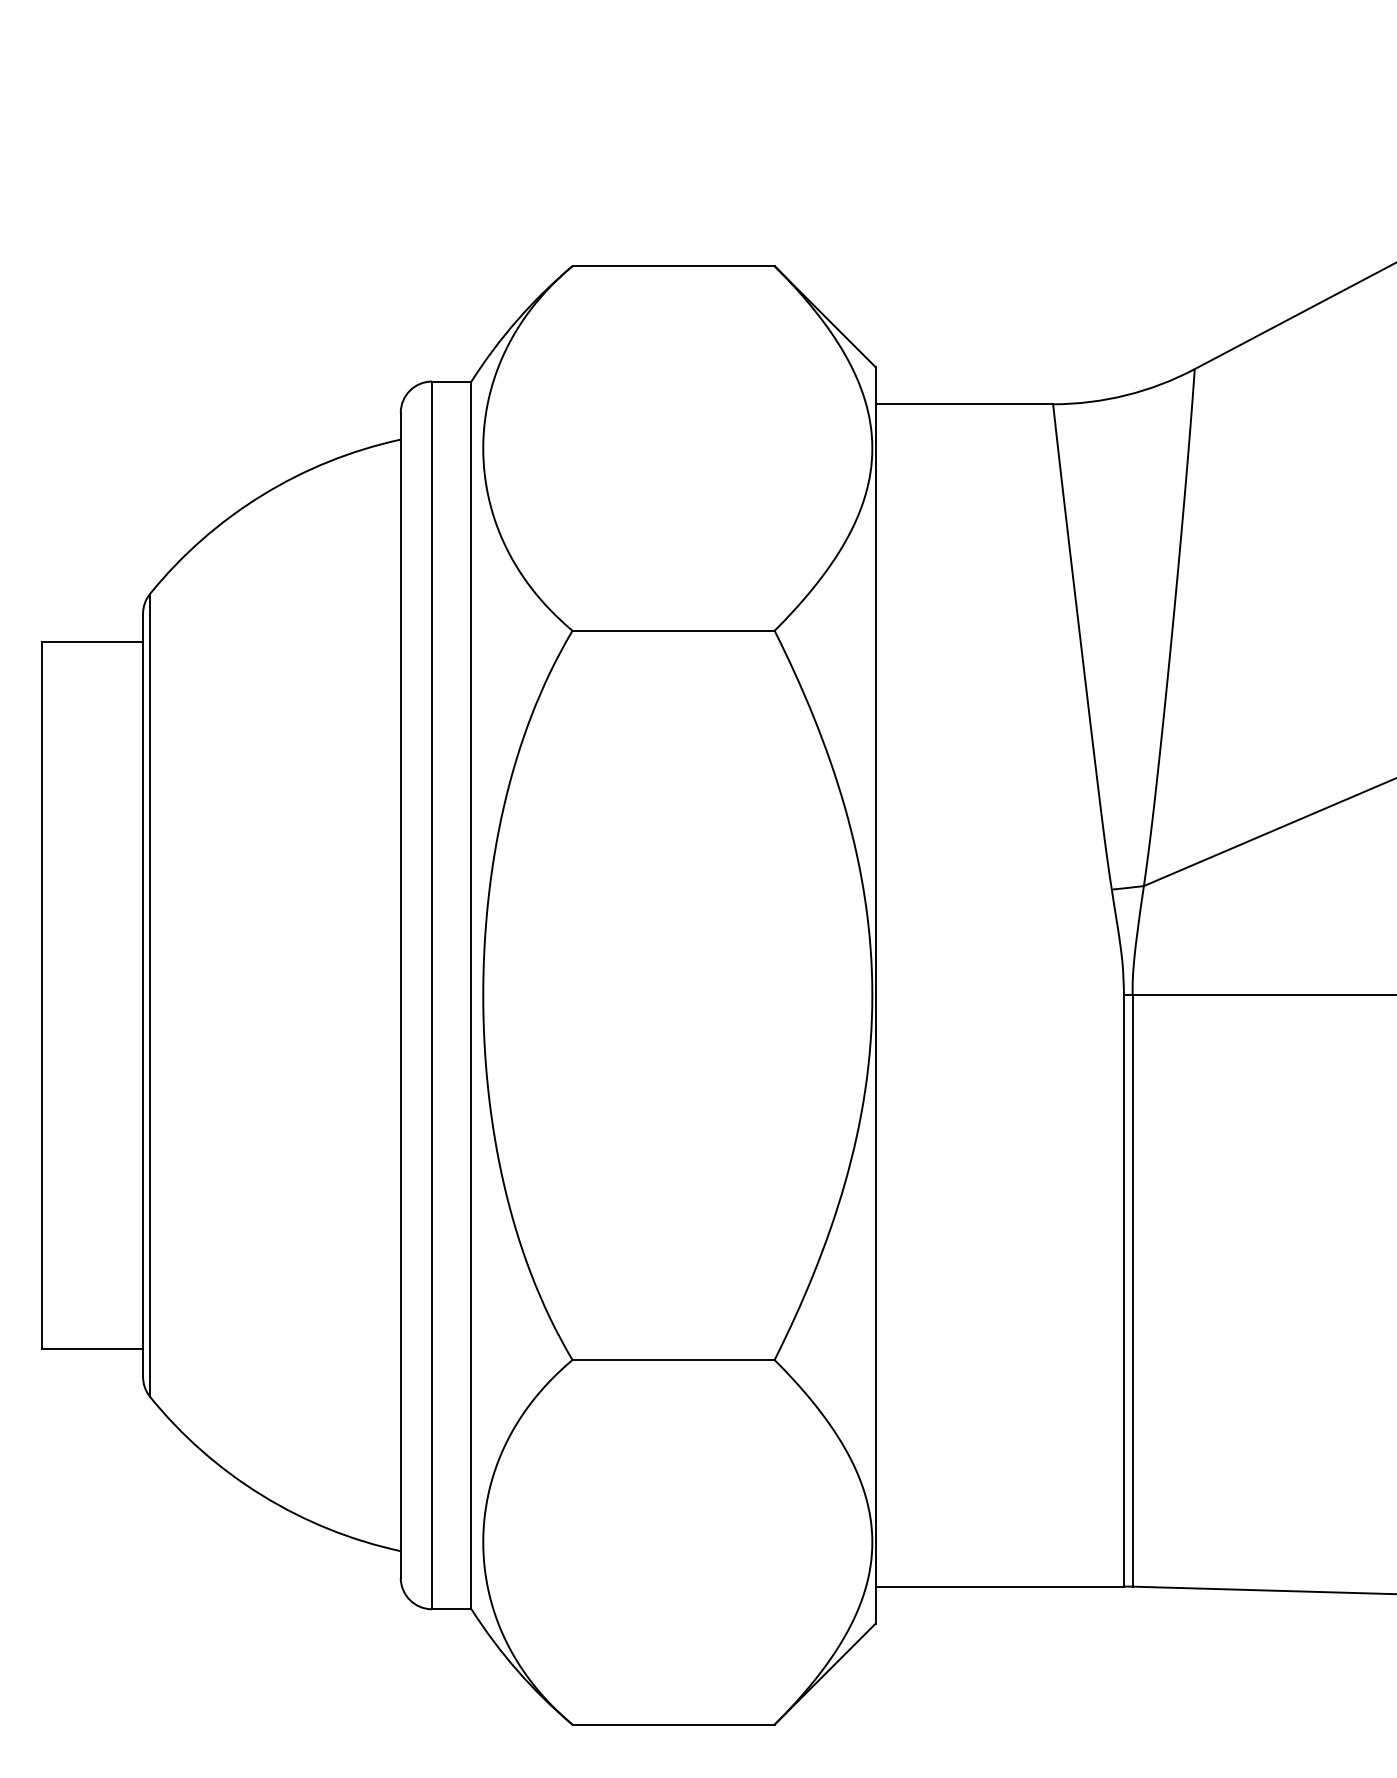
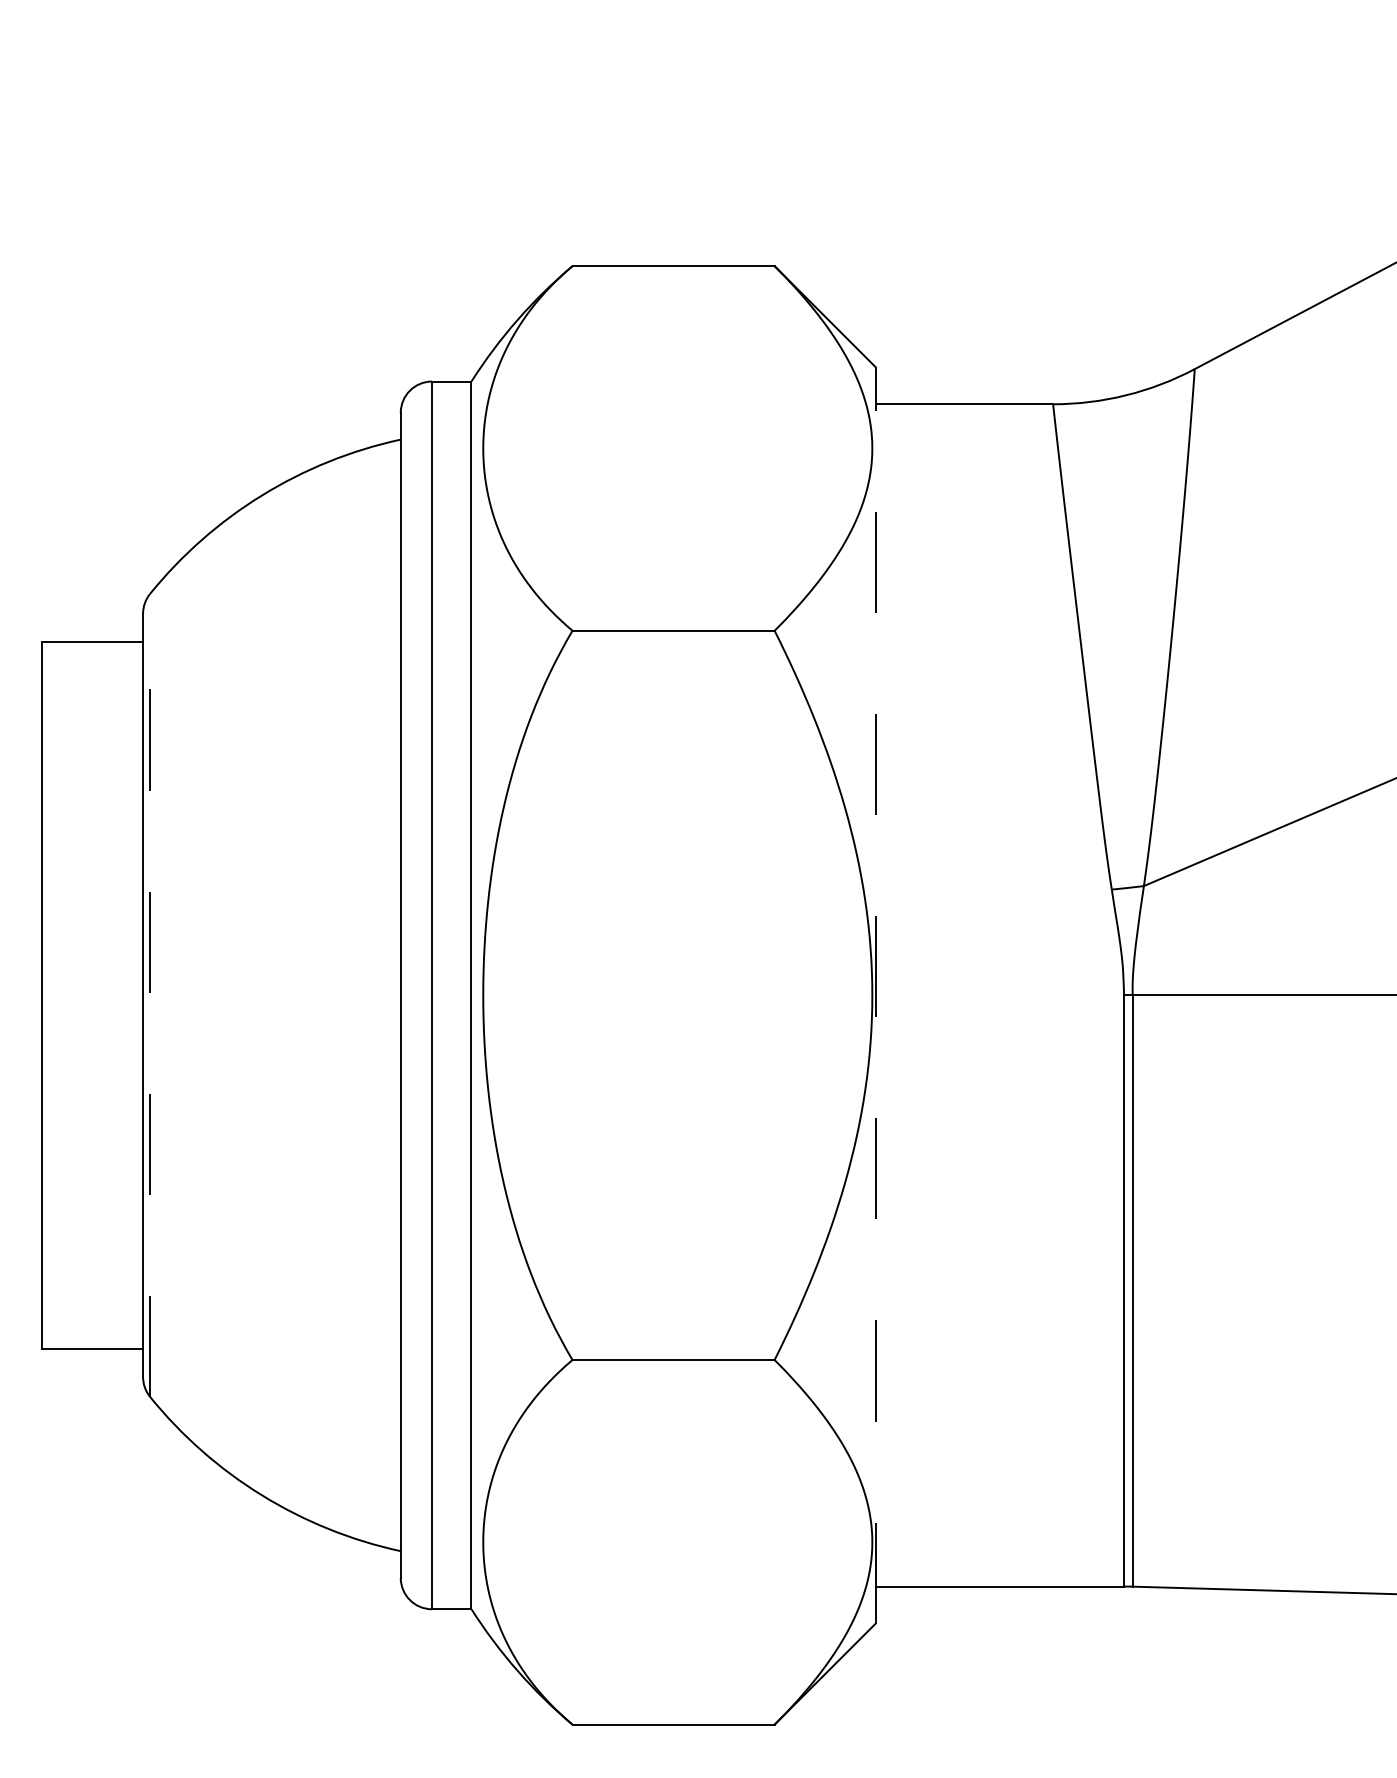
line at (150, 994): solid -> dashed
line at (875, 994): solid -> dashed
